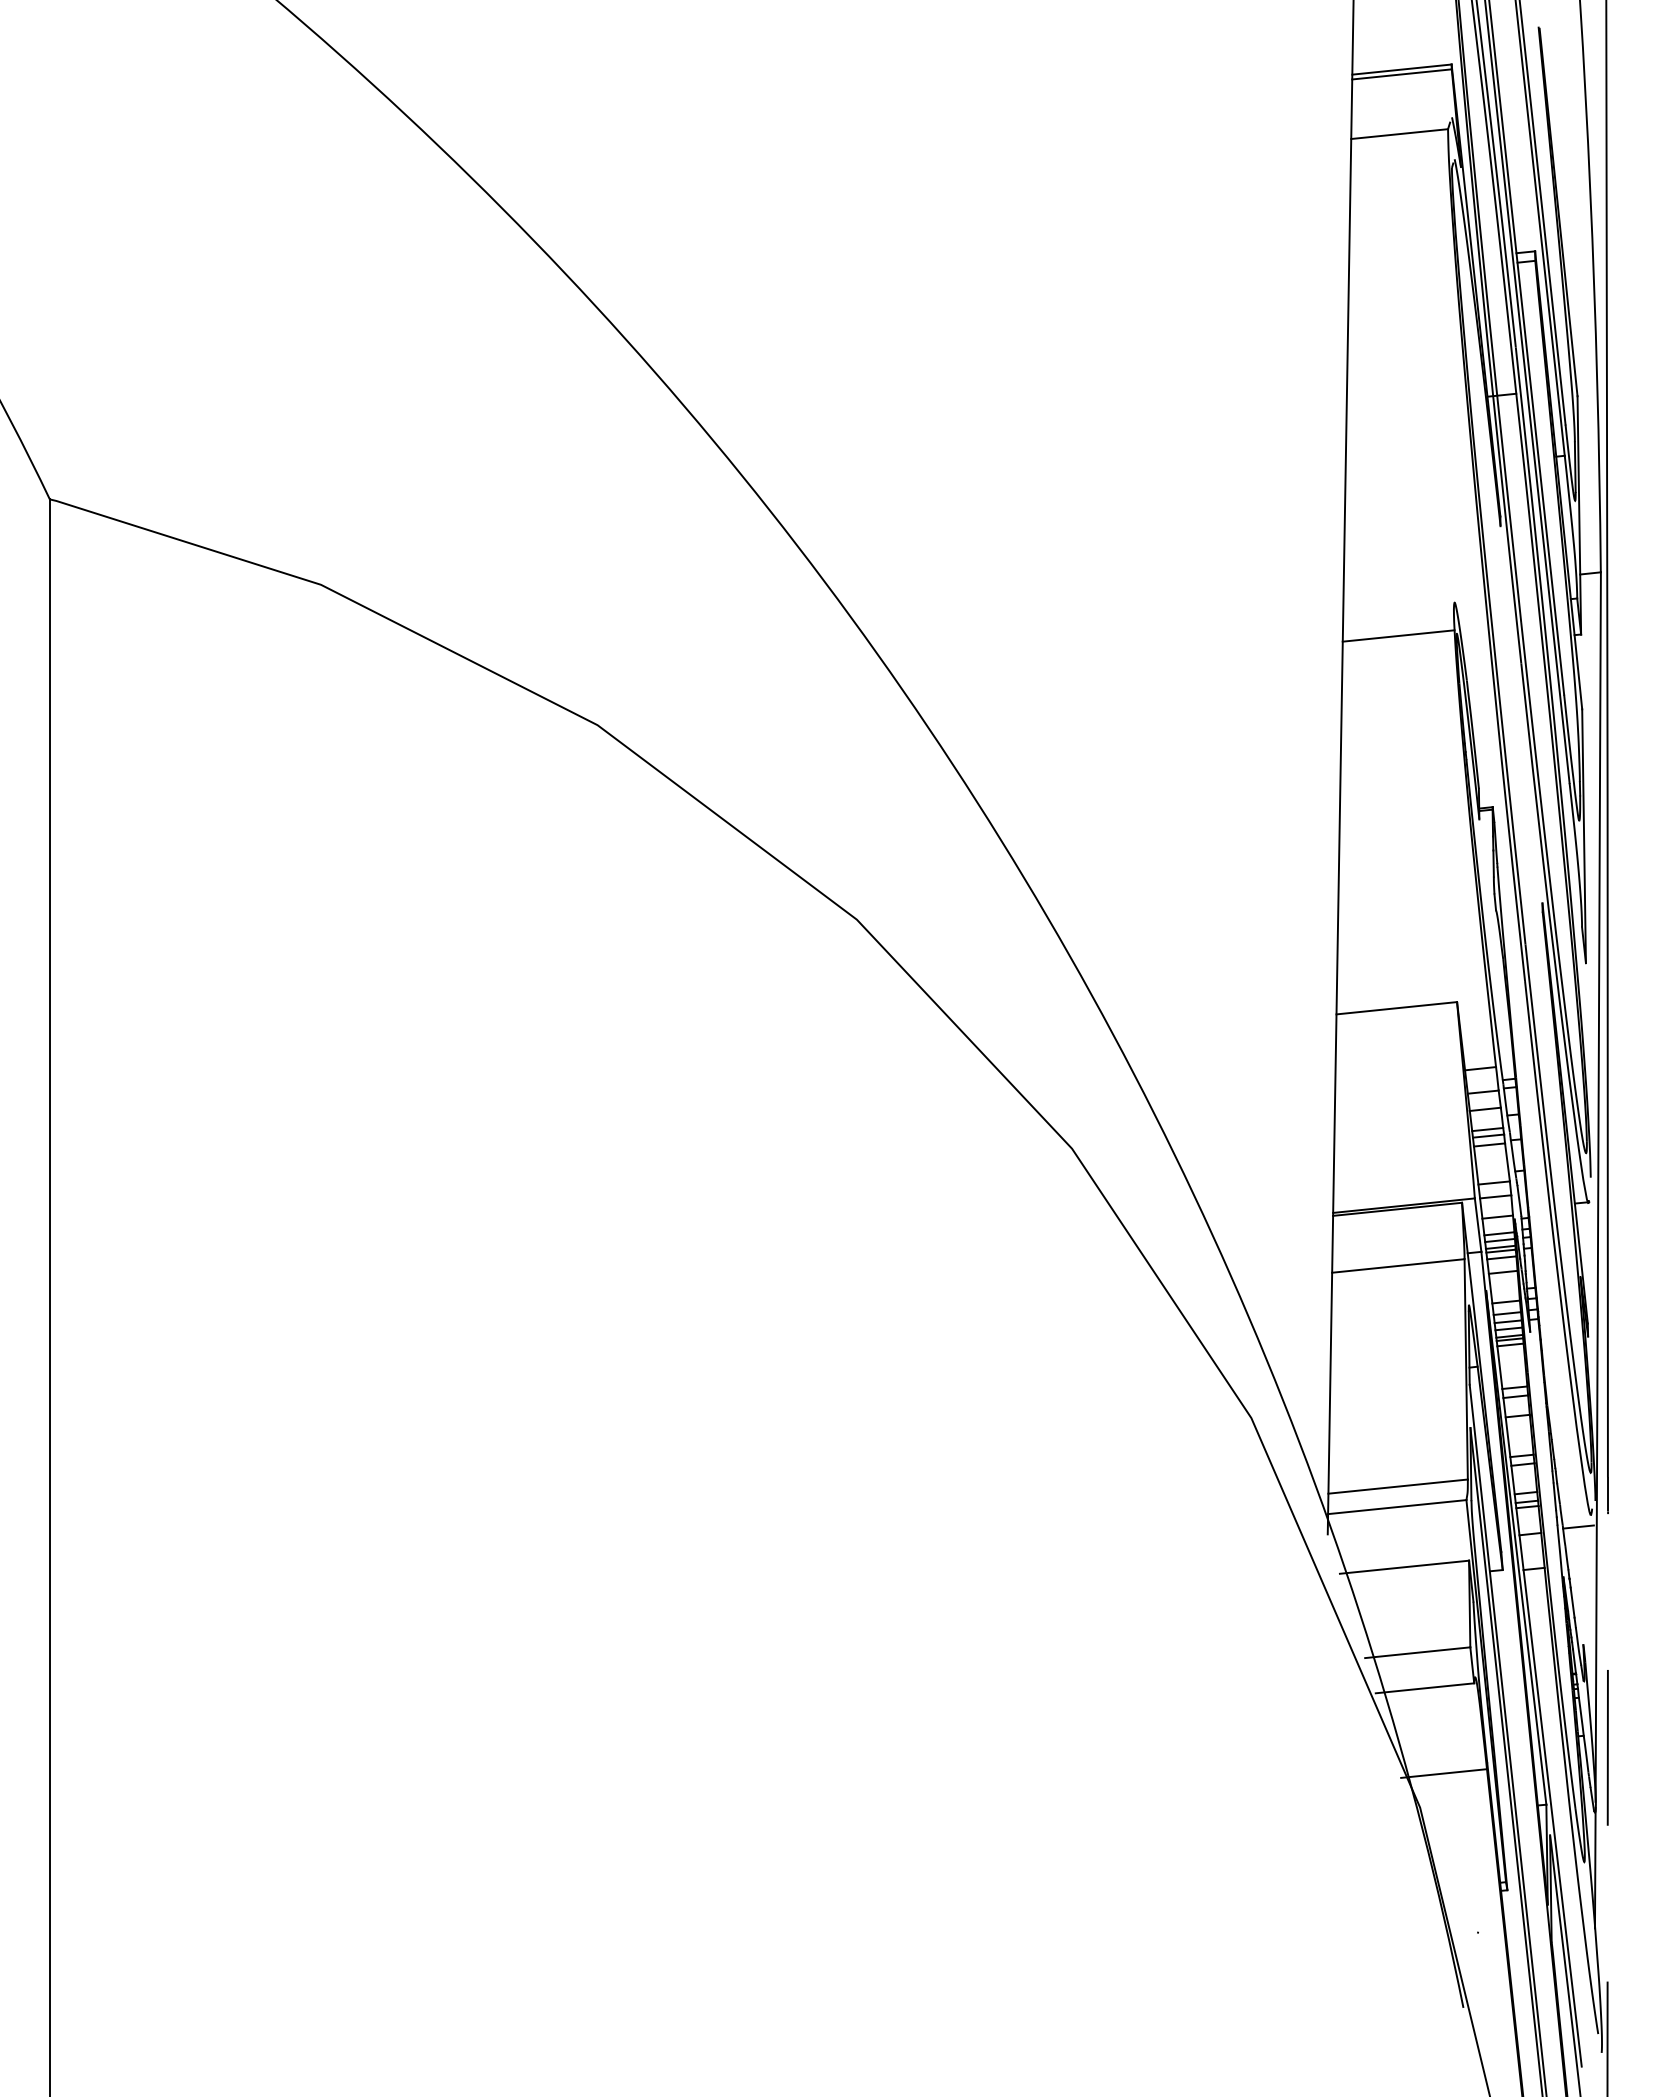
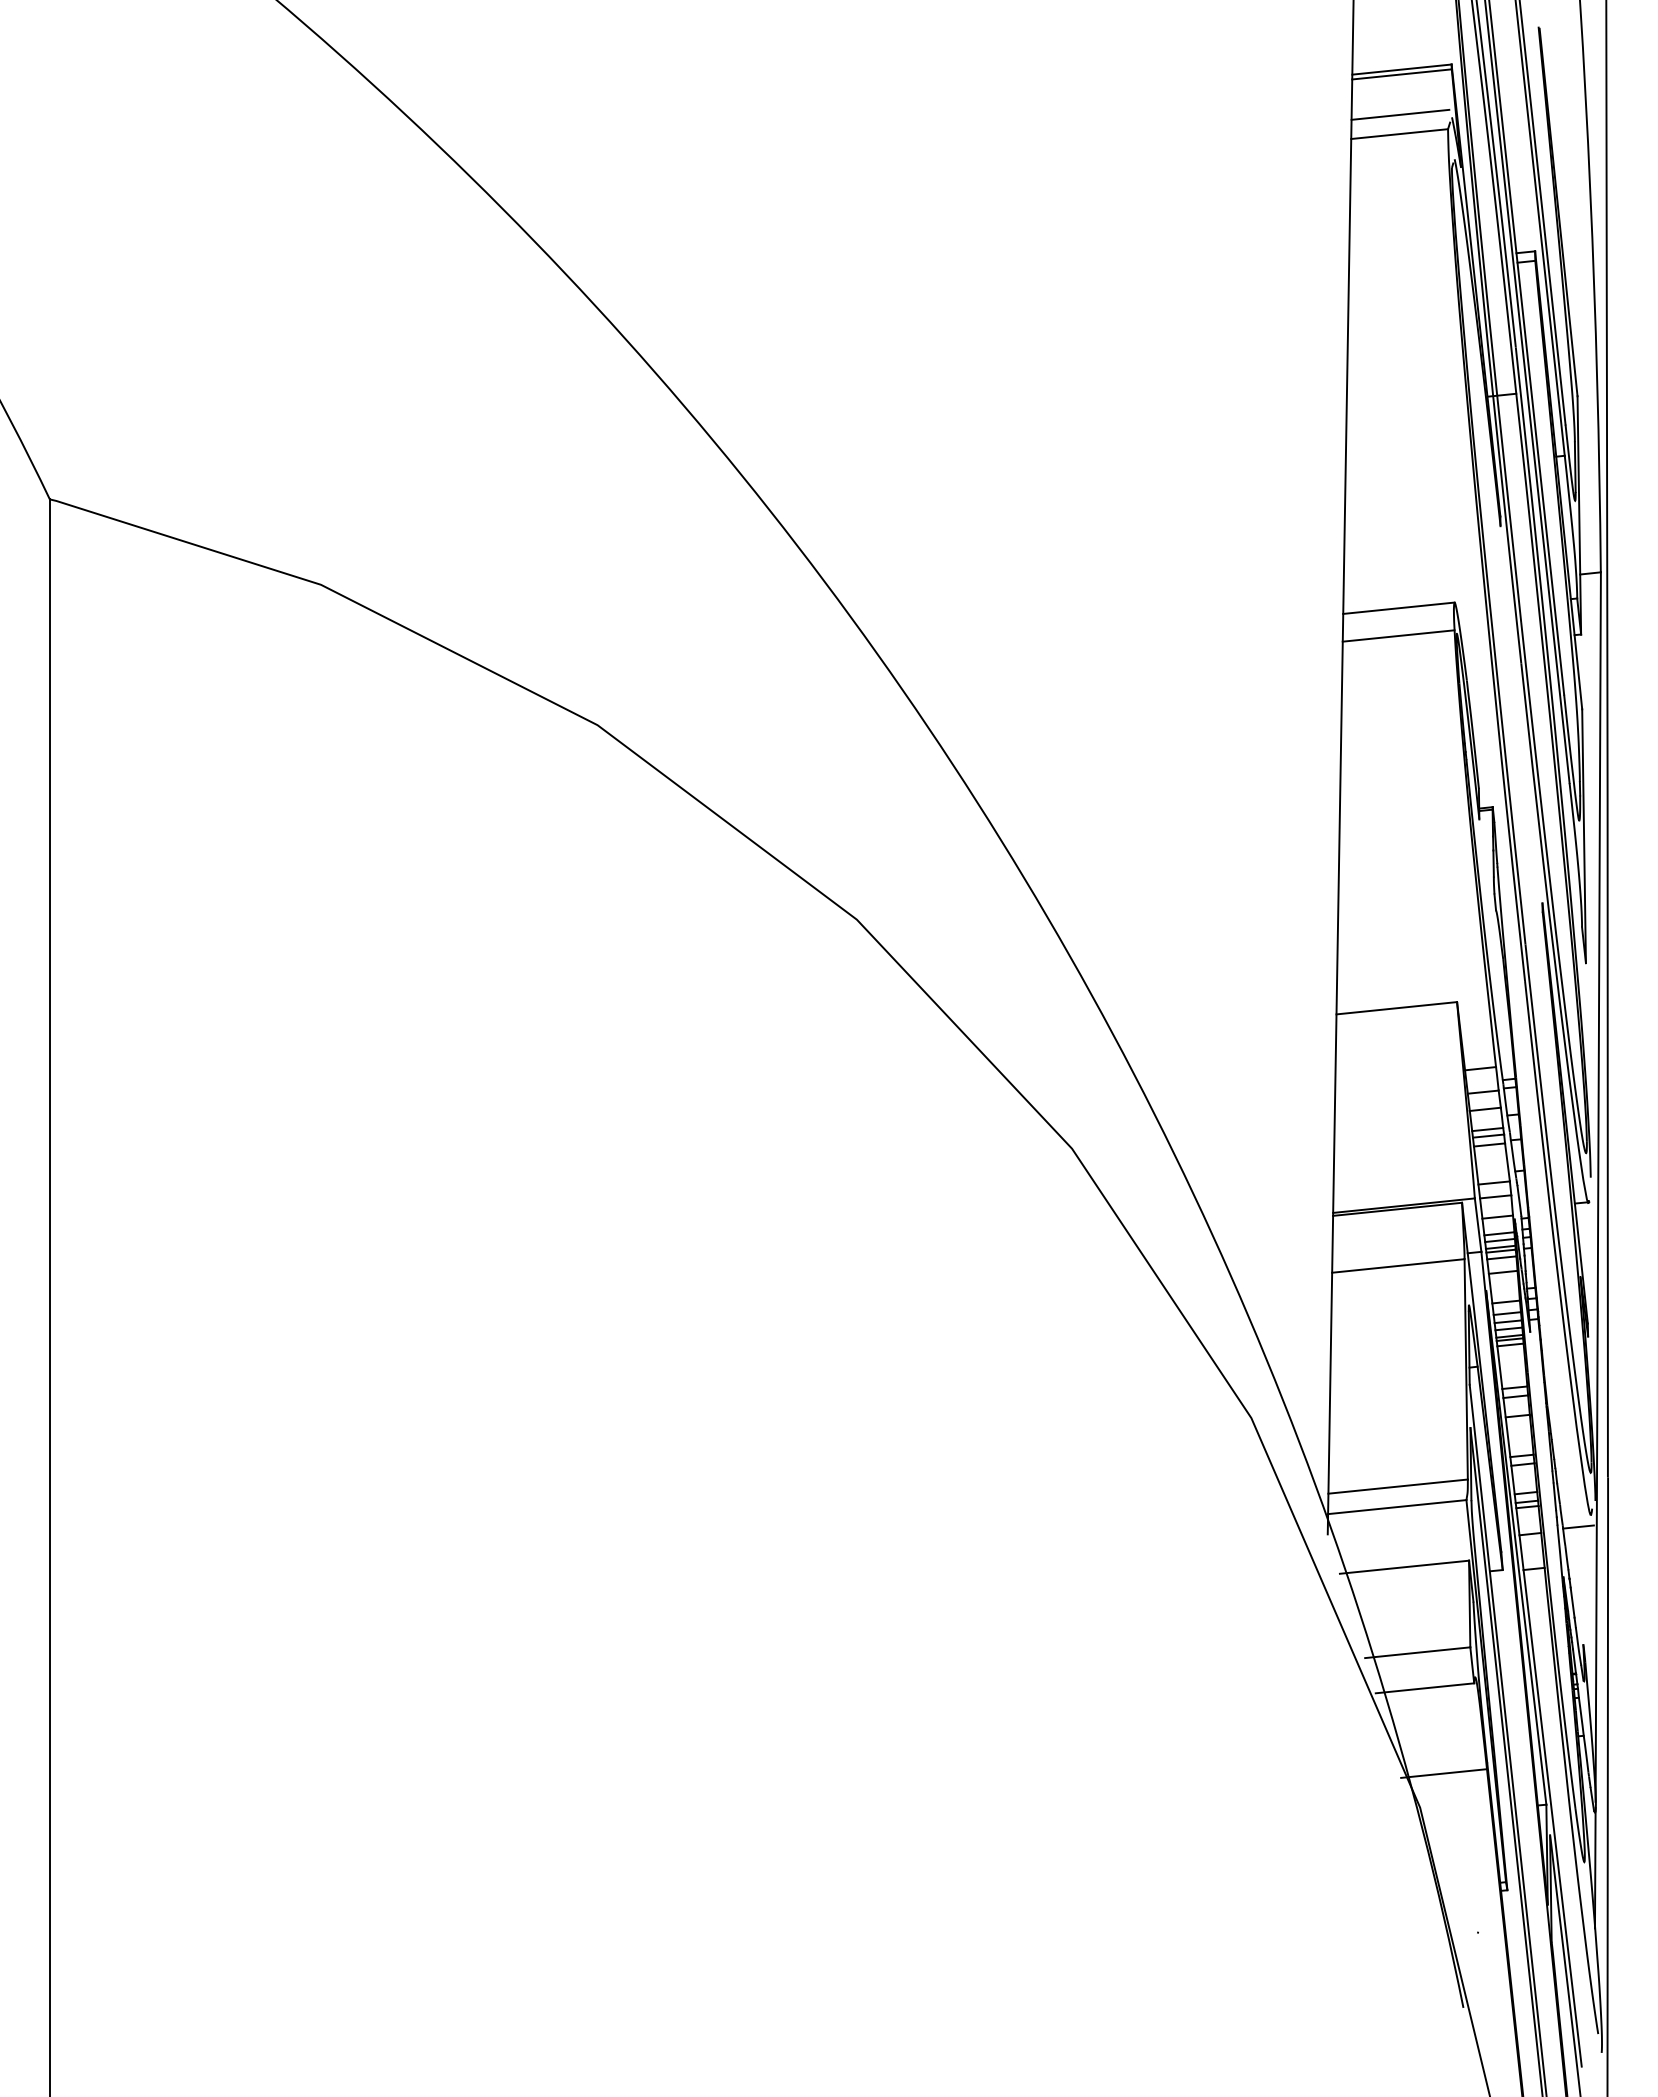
line at (1400, 114): none -> present
line at (1398, 607): none -> present
line at (1607, 1786): dashed -> solid
